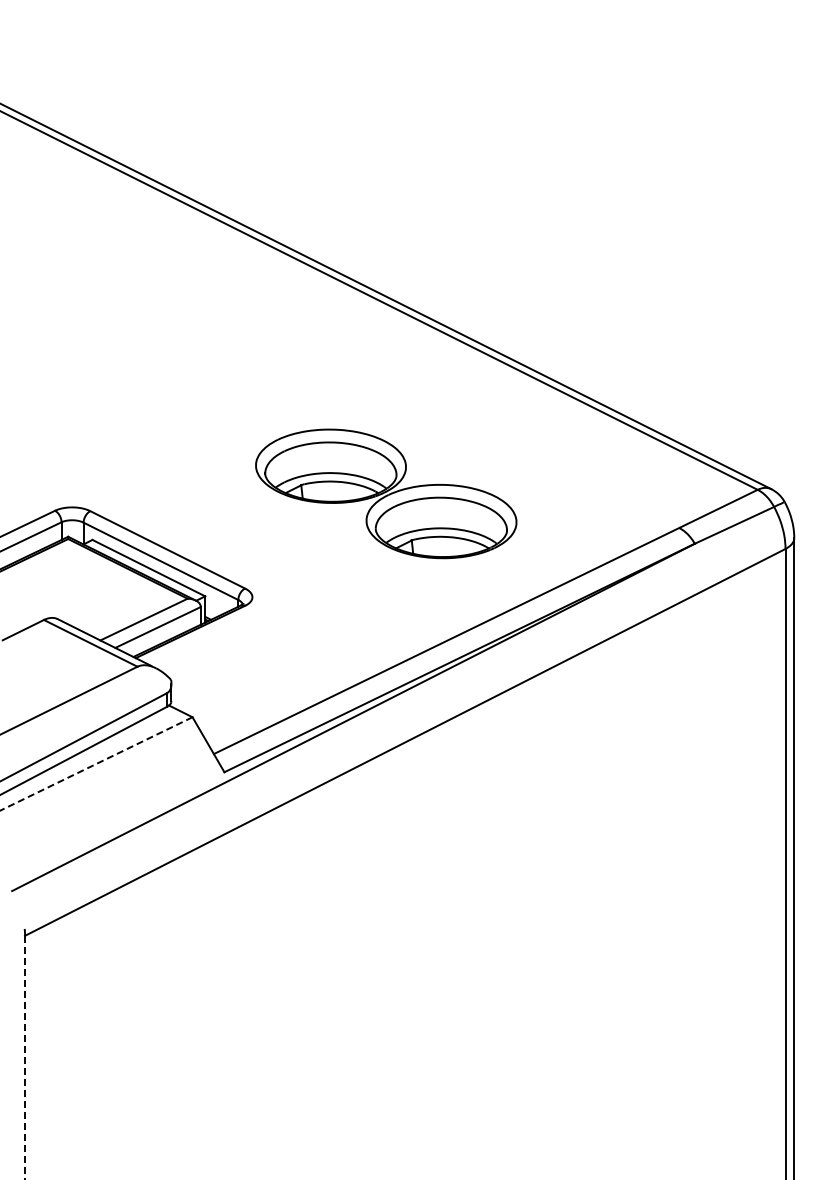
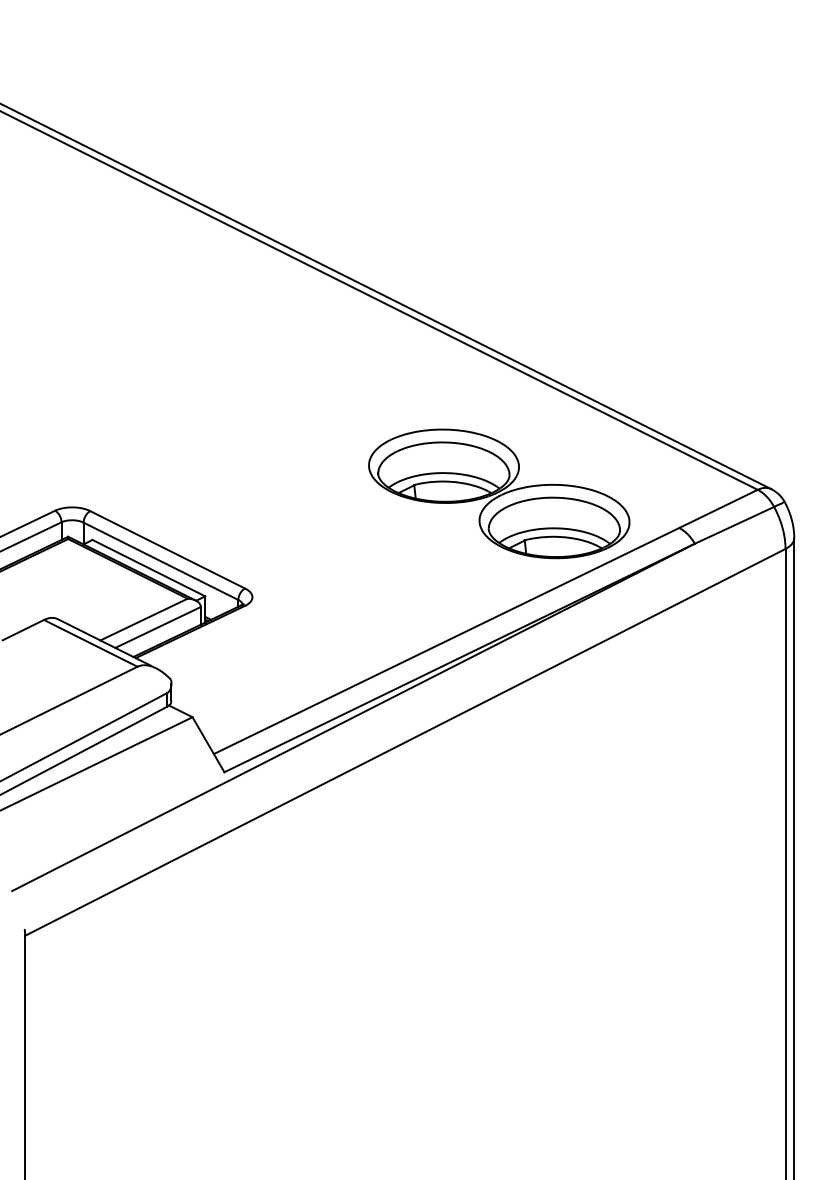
part at (386, 493) position: (386, 493) -> (499, 493)
line at (96, 763): dashed -> solid
line at (25, 1057): dashed -> solid
